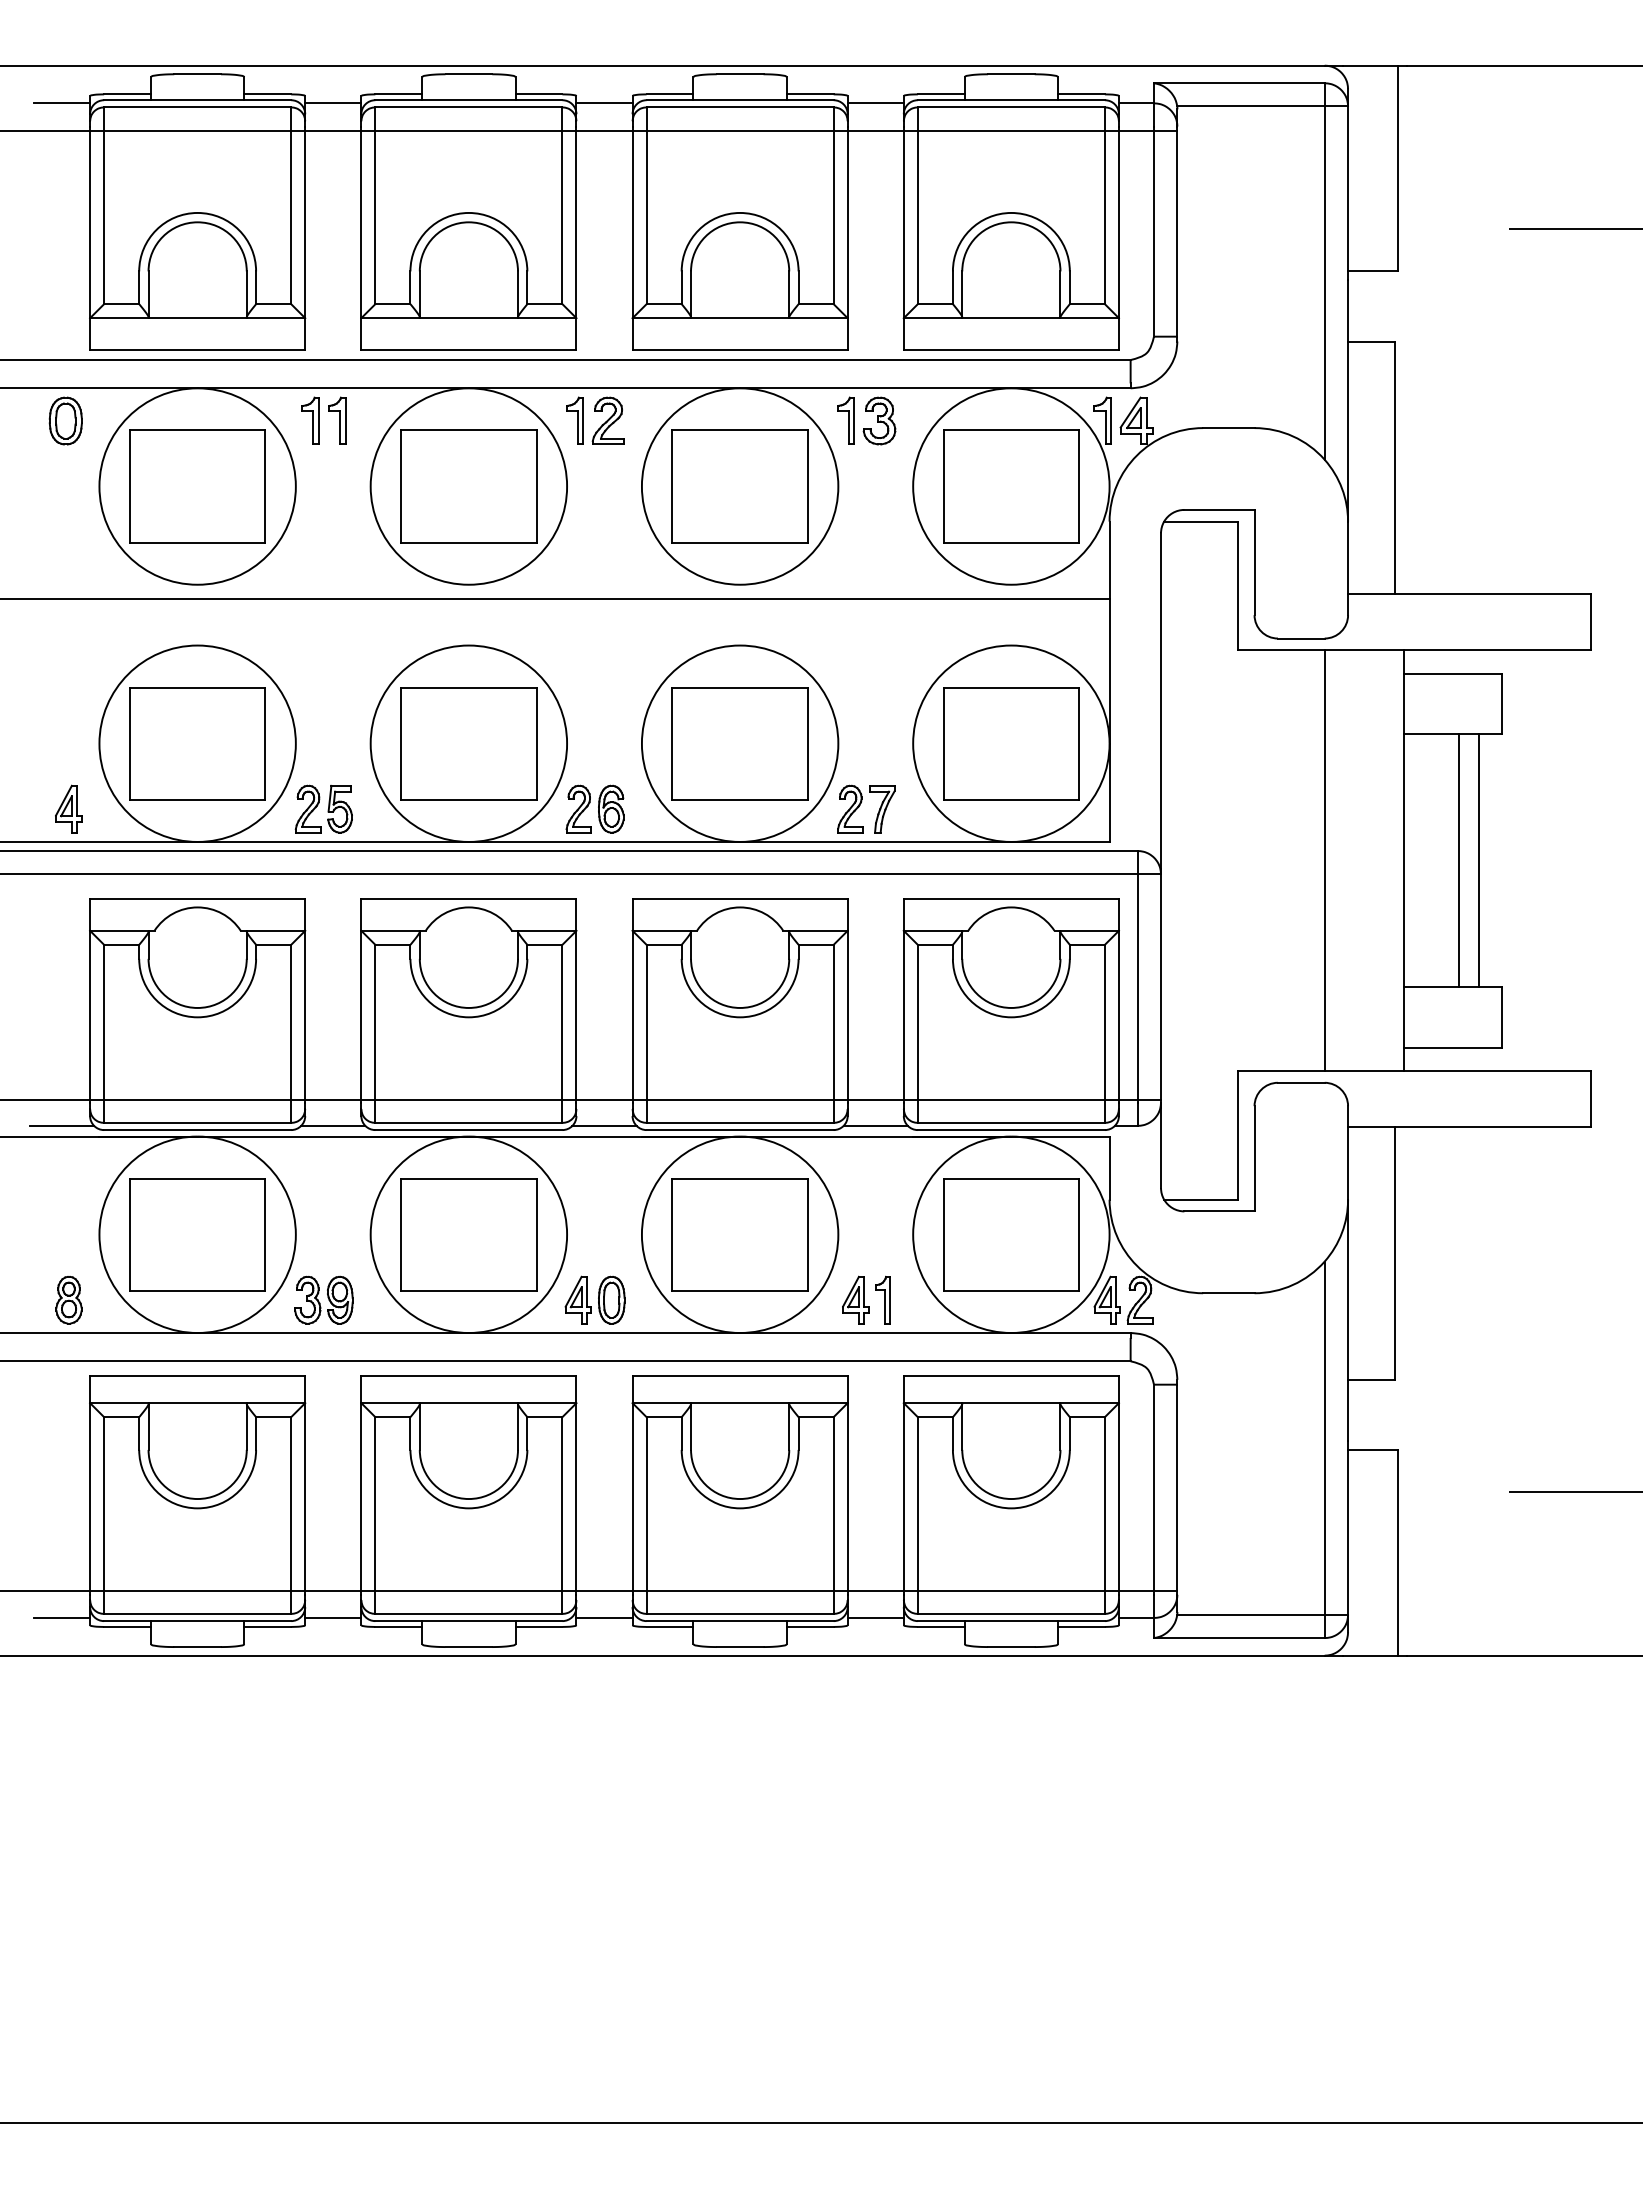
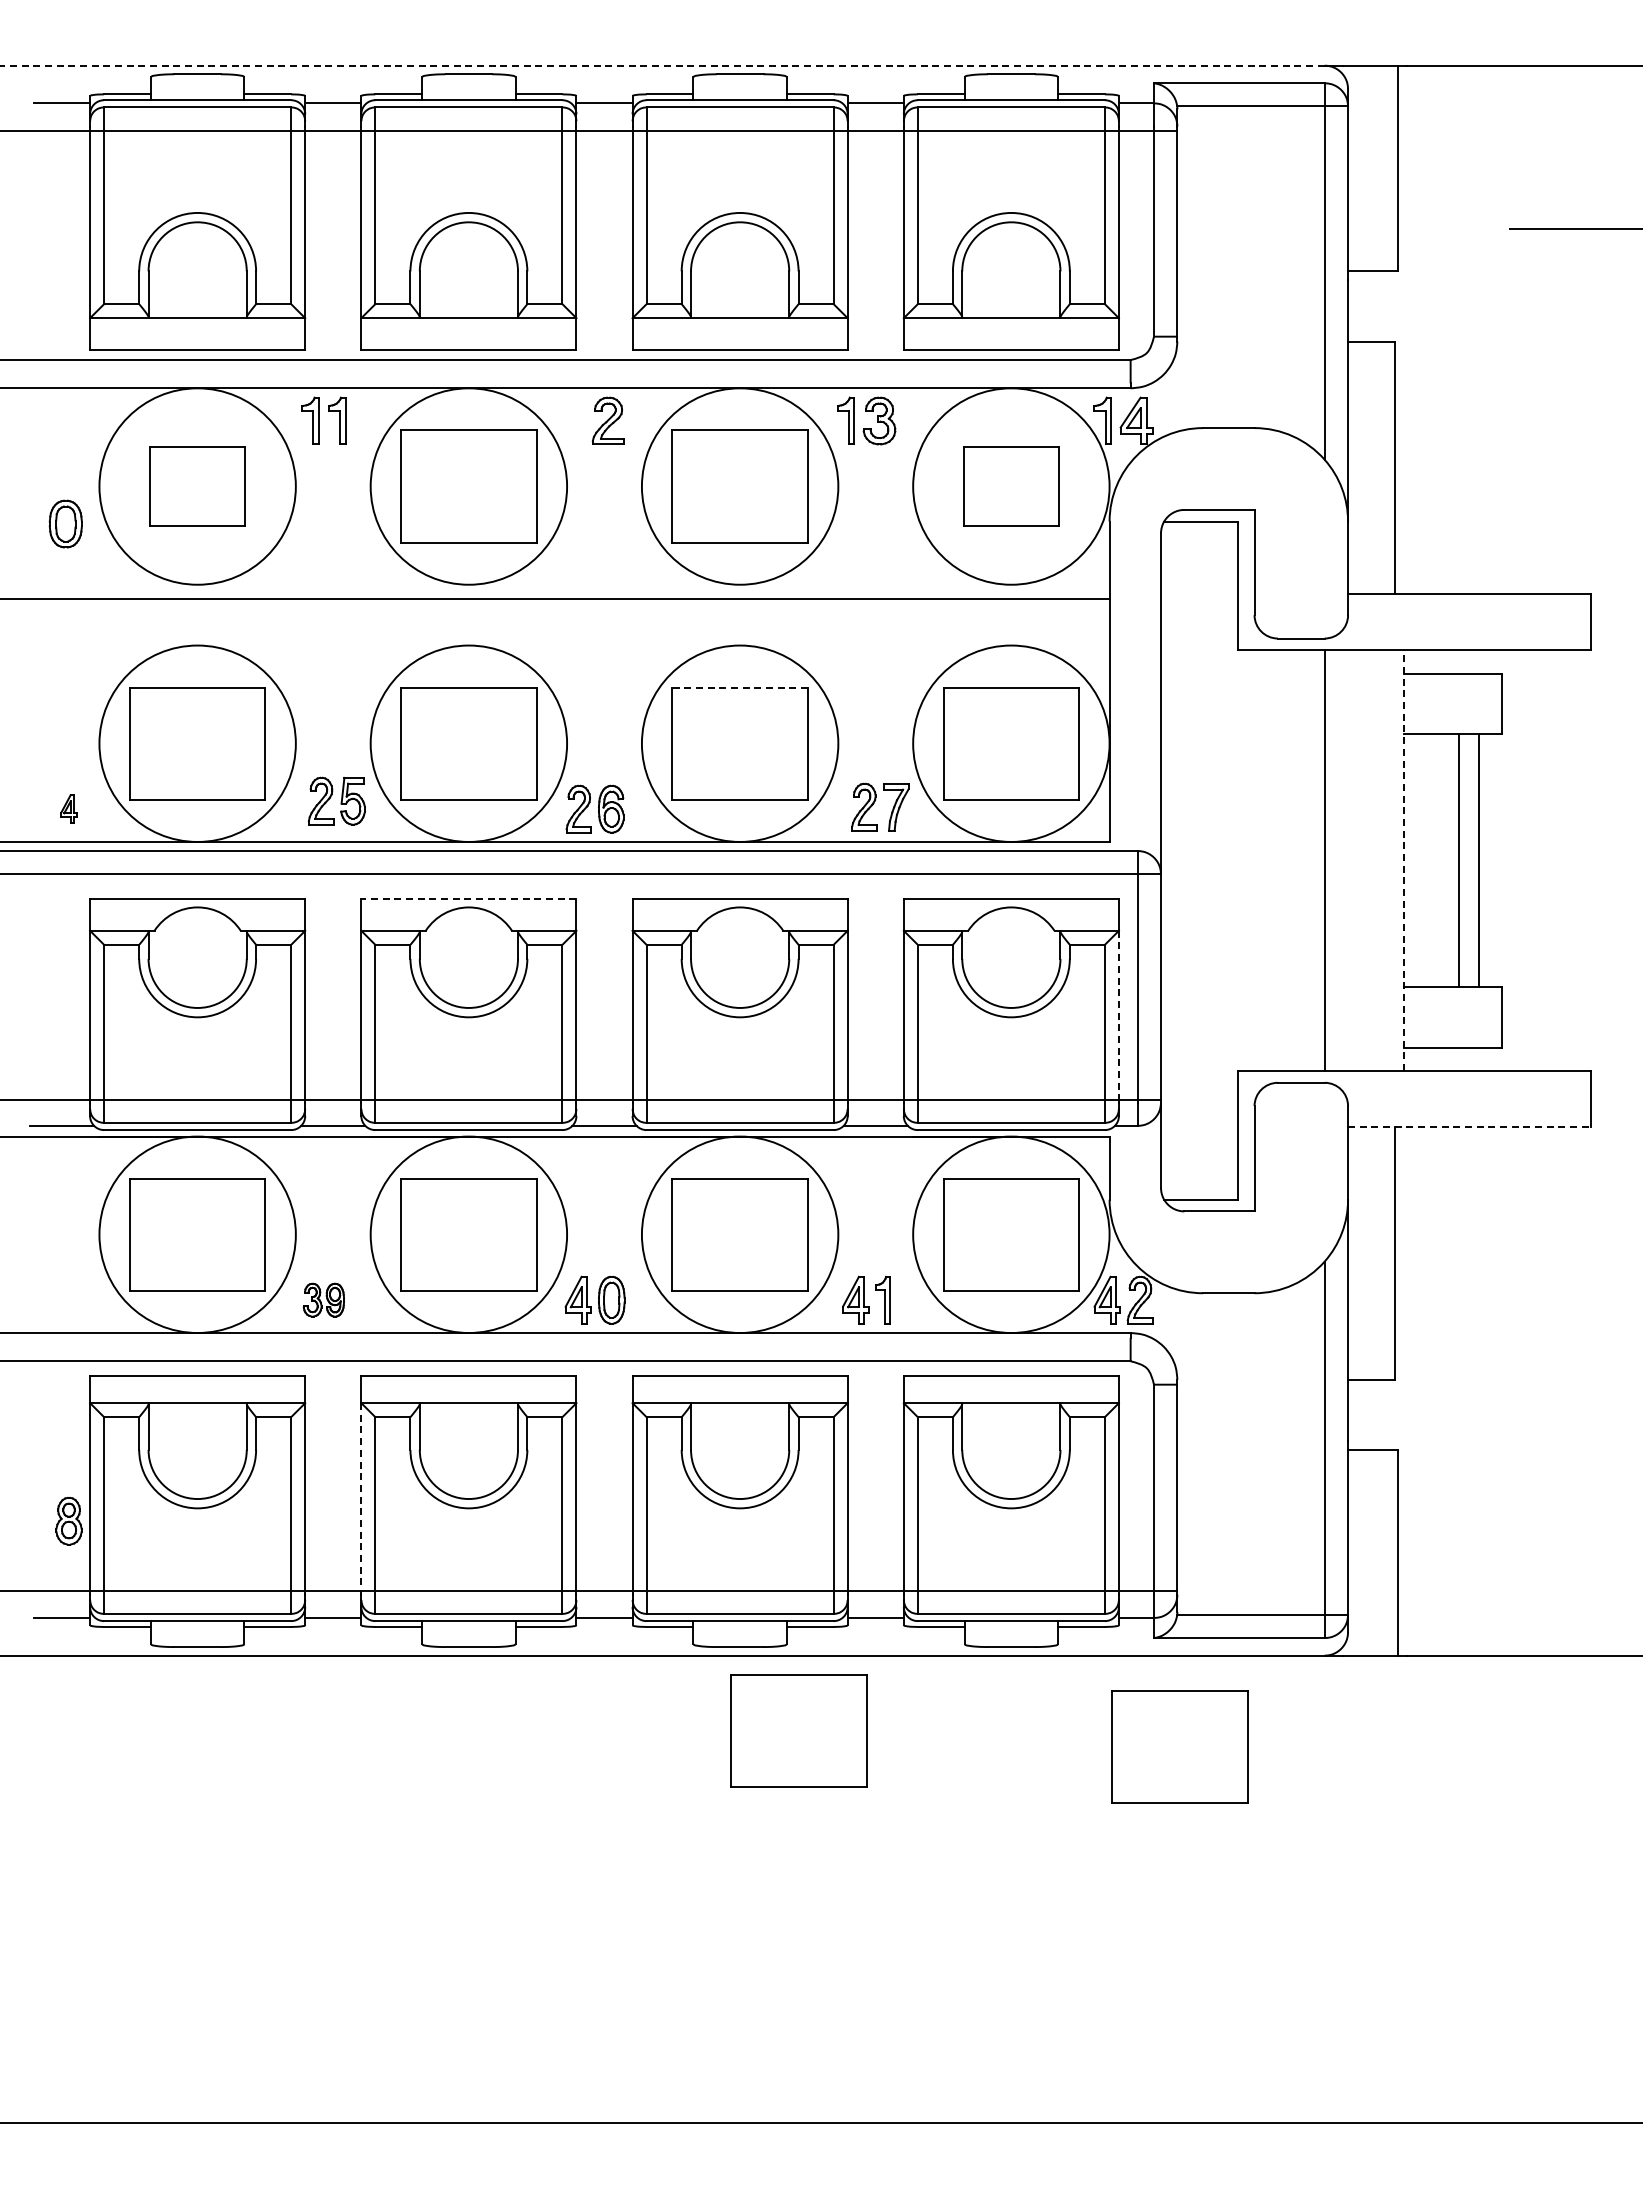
line at (662, 65): solid -> dashed
part at (65, 420) position: (65, 420) -> (65, 523)
part at (574, 420): present -> none
part at (197, 486) size: 137x115 px -> 97x81 px
part at (1011, 486) size: 137x115 px -> 97x81 px
line at (740, 687): solid -> dashed
part at (860, 805) position: (860, 805) -> (874, 803)
part at (68, 808) size: 28x50 px -> 18x30 px
part at (323, 808) position: (323, 808) -> (336, 800)
line at (1404, 860): solid -> dashed
line at (468, 899): solid -> dashed
line at (1118, 1015): solid -> dashed
line at (1469, 1127): solid -> dashed
part at (323, 1299) size: 60x50 px -> 43x36 px
part at (68, 1300) position: (68, 1300) -> (68, 1521)
line at (1574, 1492): present -> none
line at (361, 1496): solid -> dashed
part at (798, 1730): none -> present
part at (1179, 1746): none -> present
